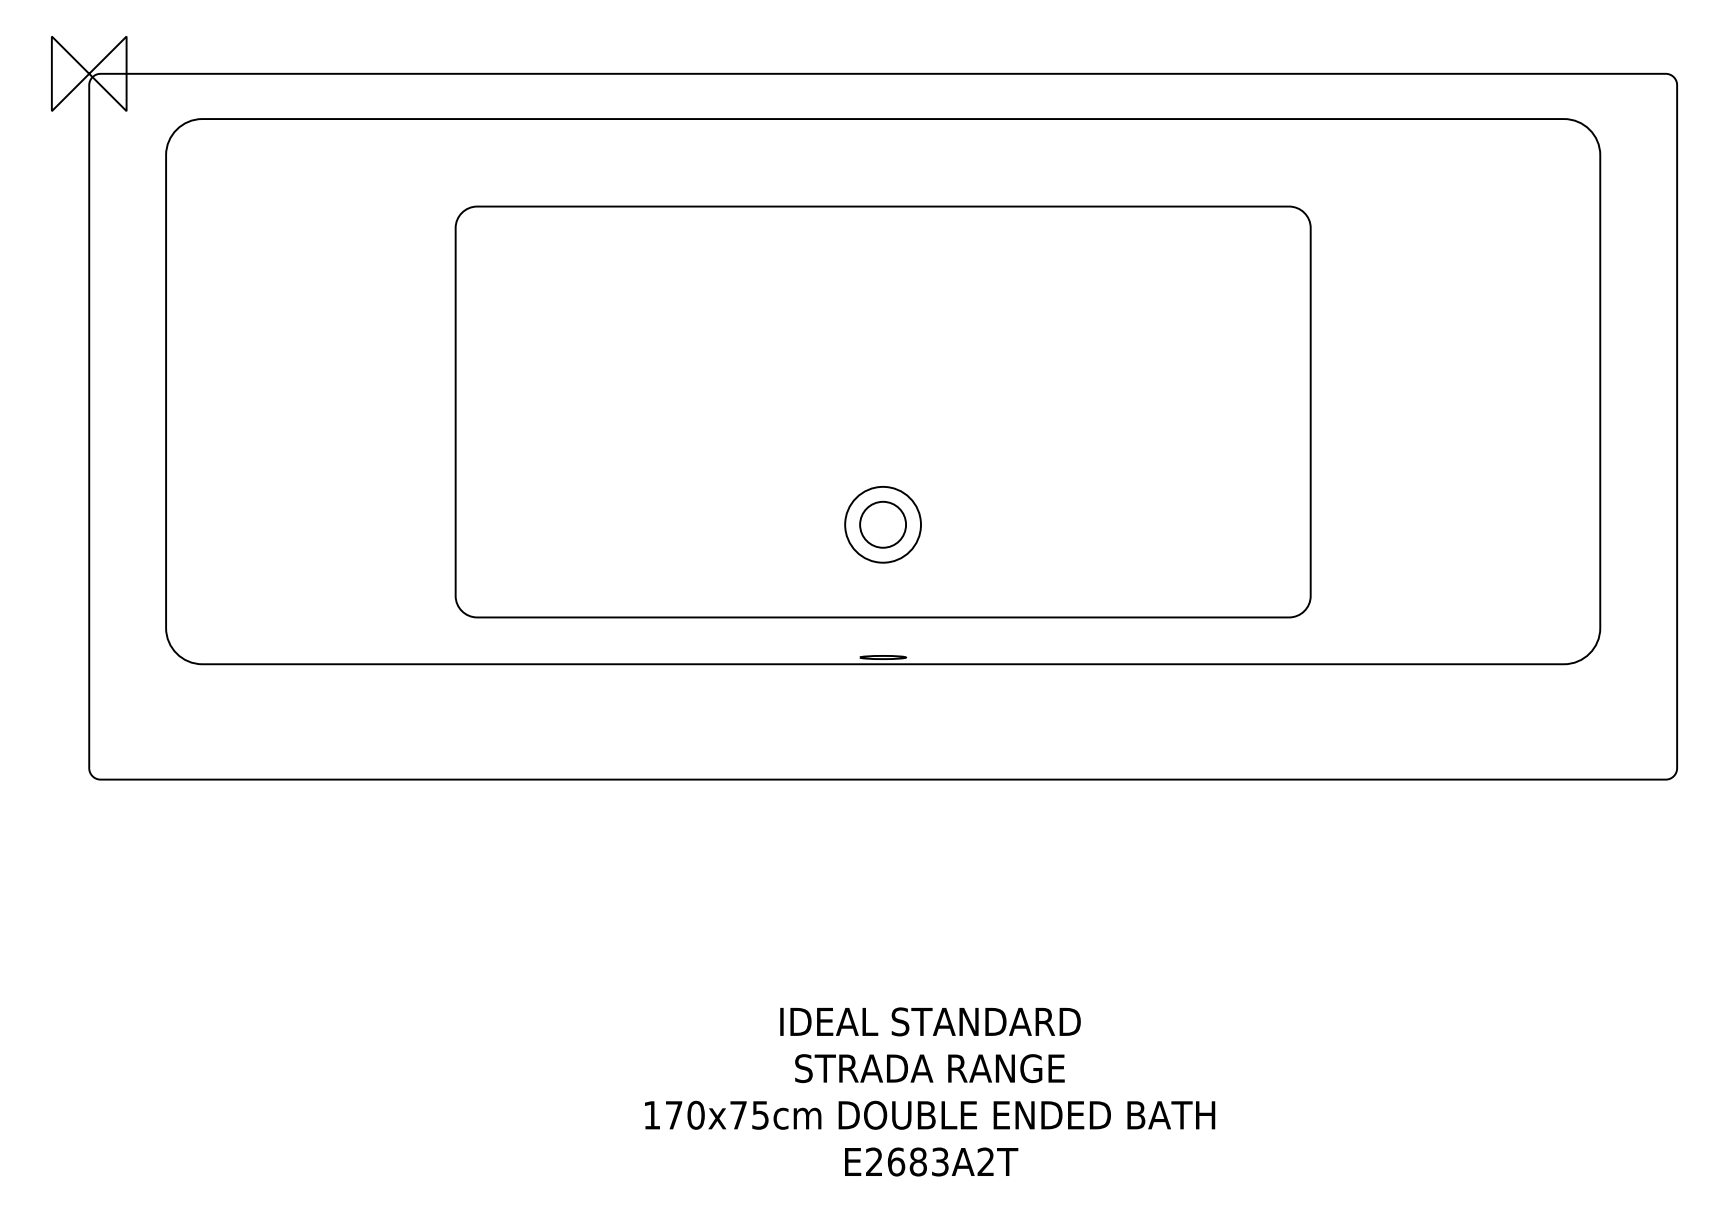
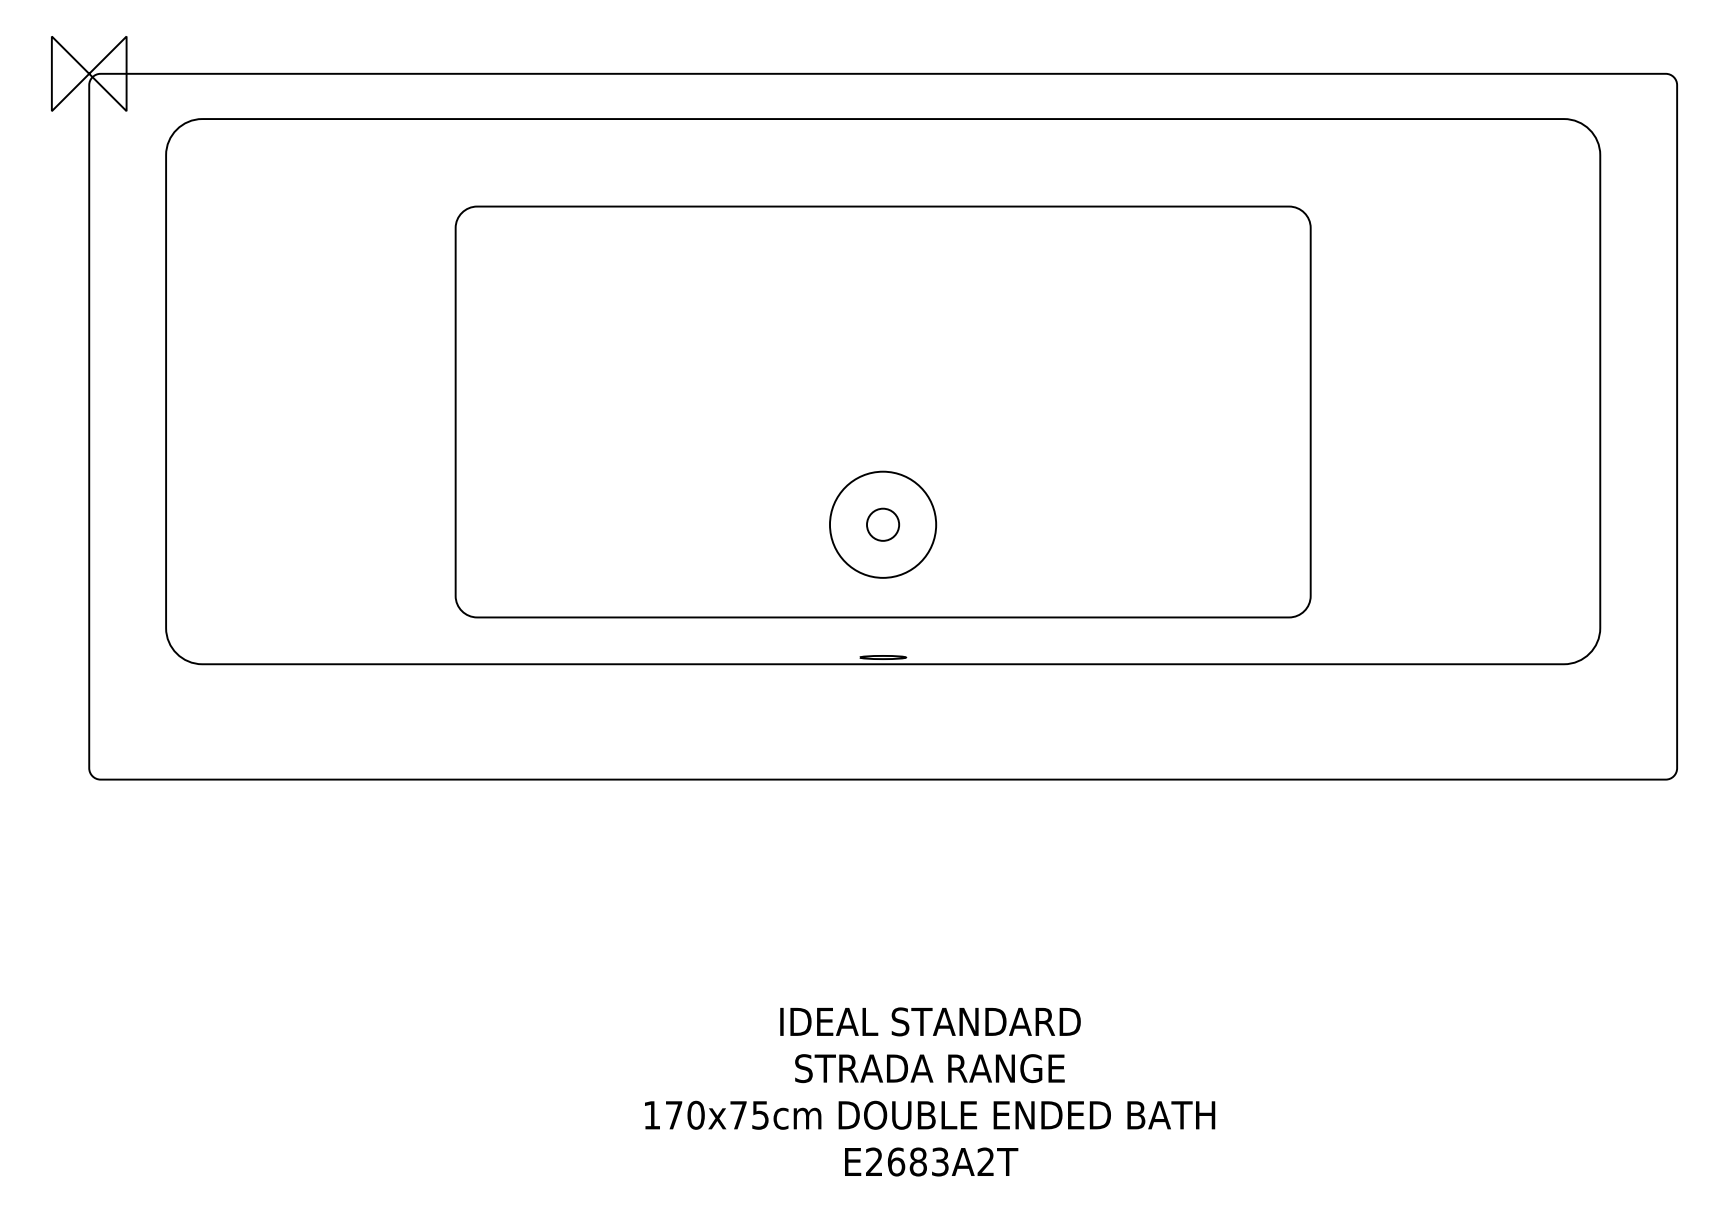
circle at (883, 524) diameter: 46 px -> 32 px
circle at (883, 524) diameter: 76 px -> 106 px
